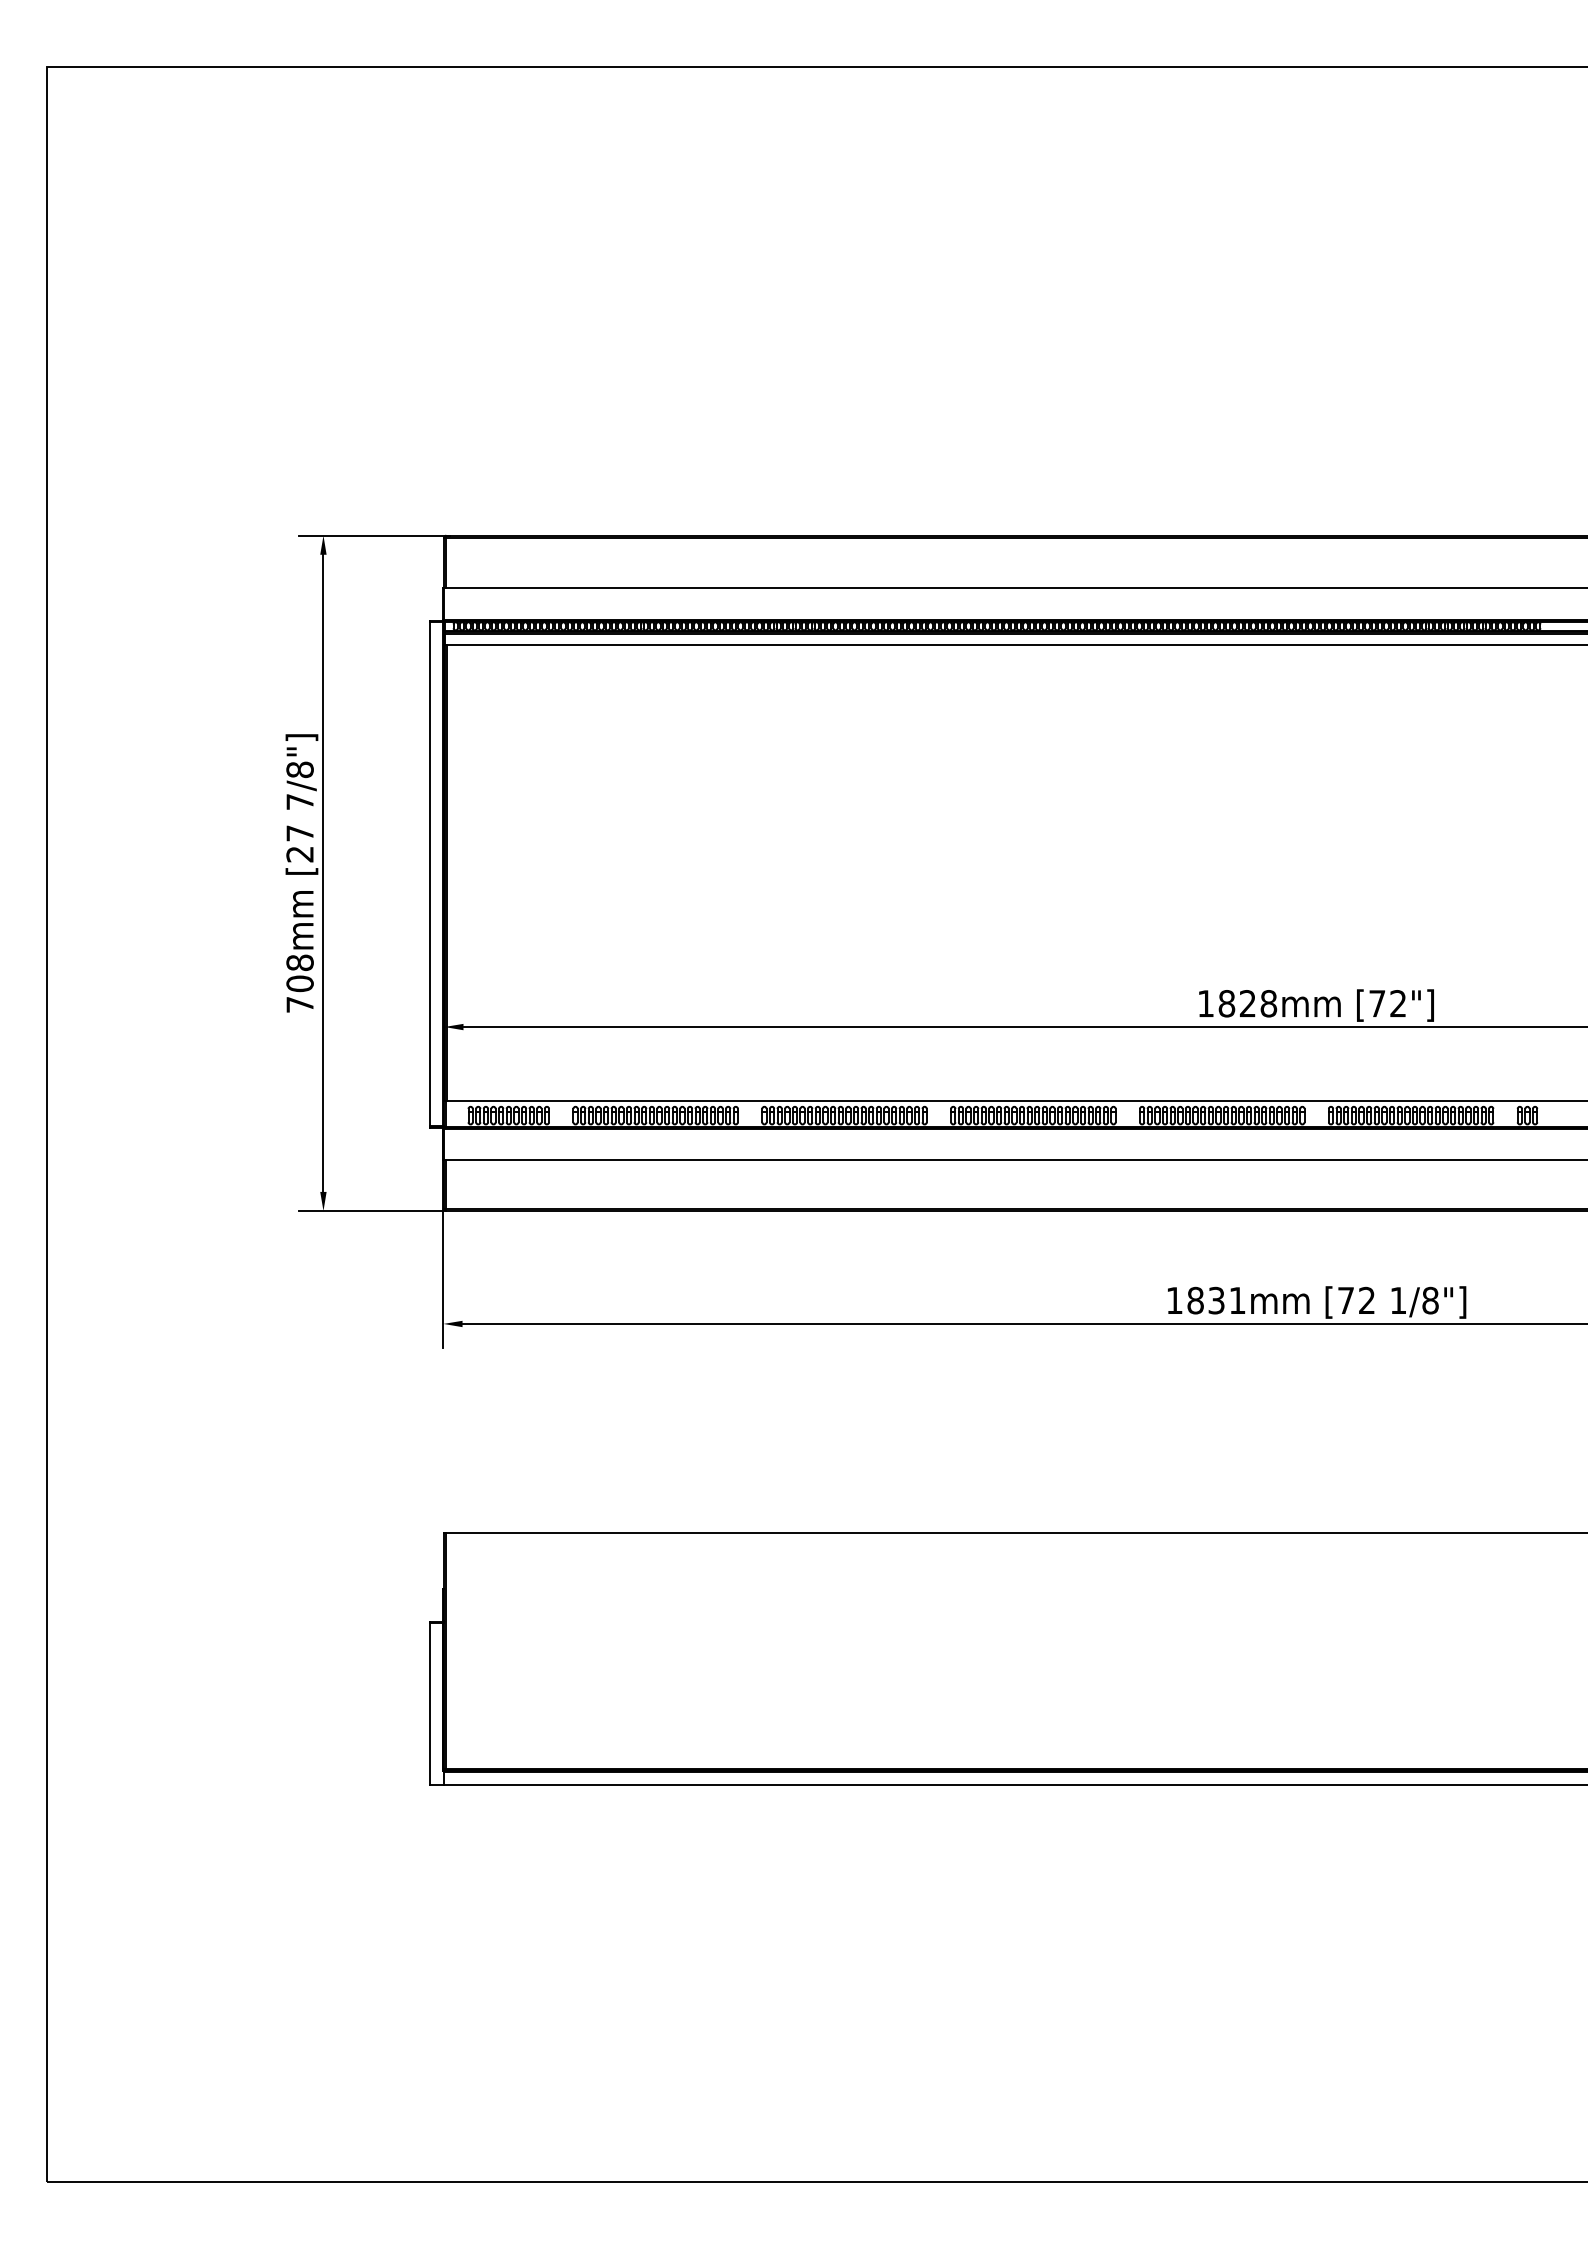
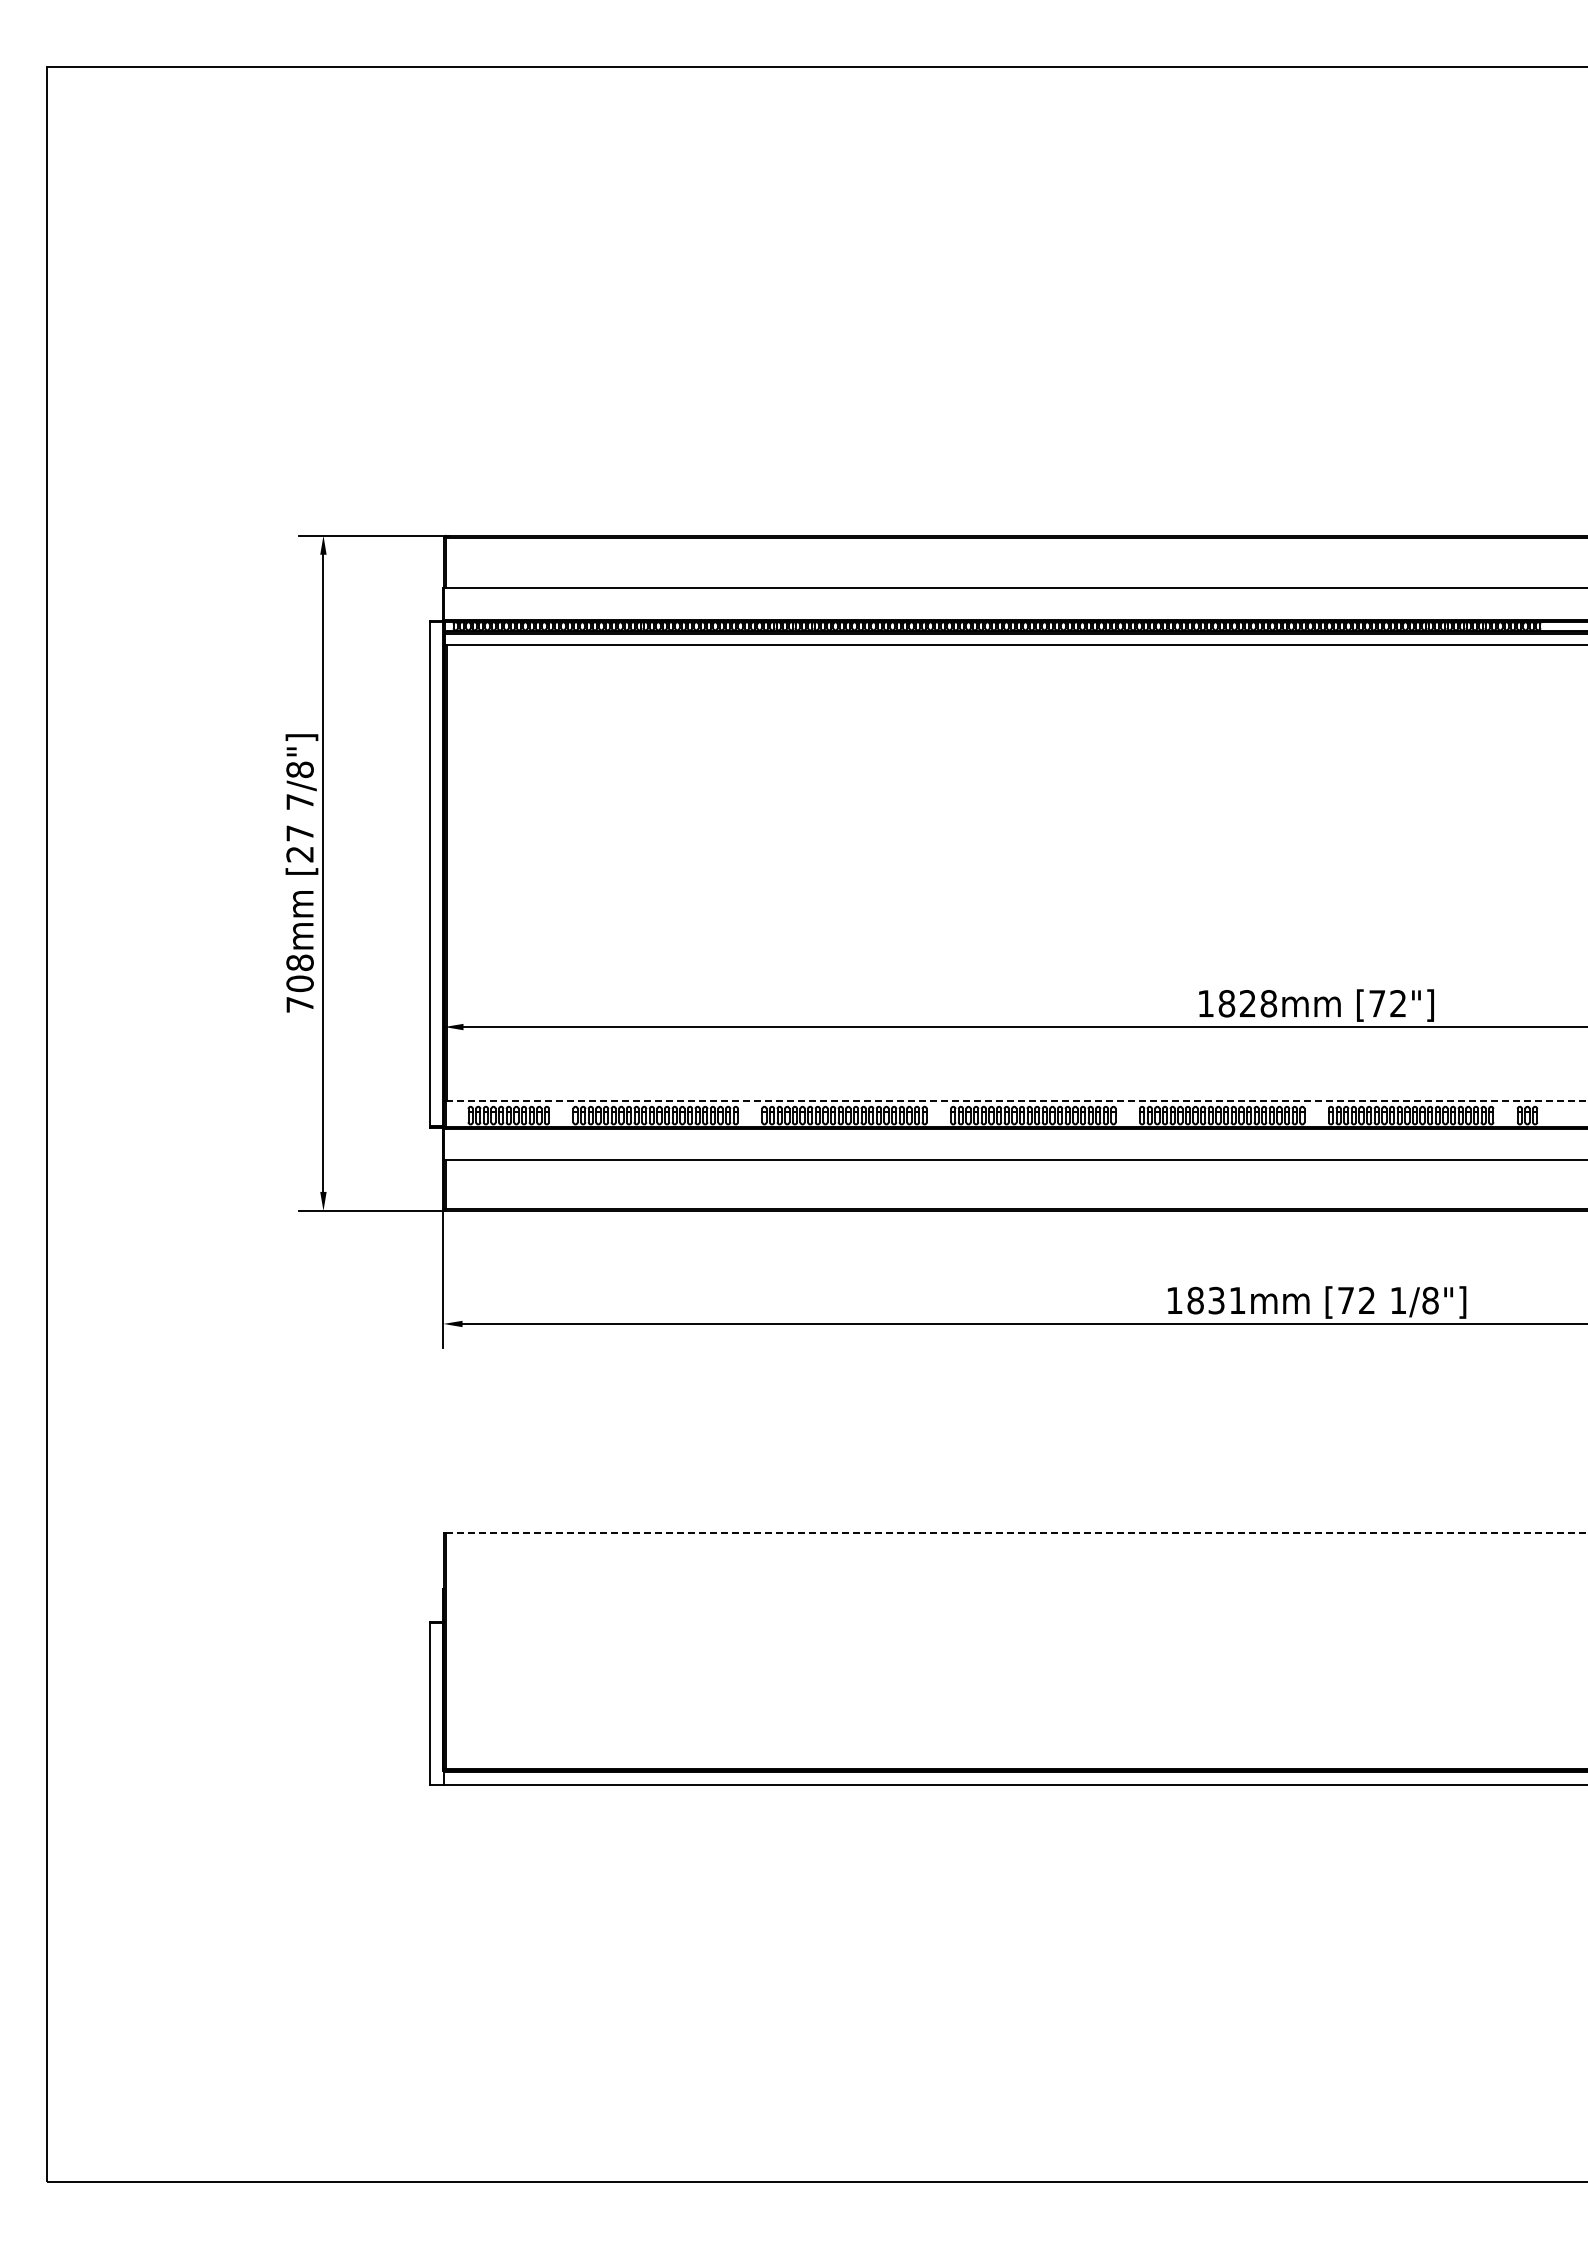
line at (1017, 1101): solid -> dashed
line at (1017, 1532): solid -> dashed
